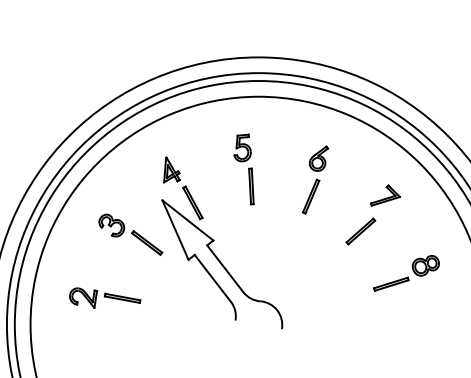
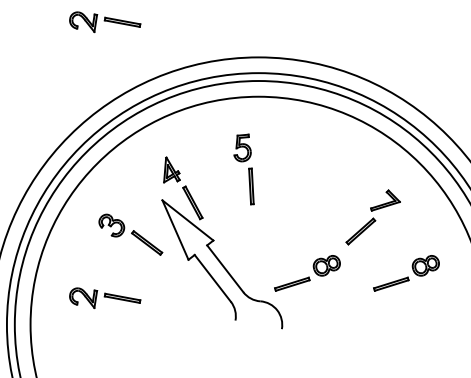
part at (105, 22): none -> present
part at (315, 179): present -> none
part at (385, 195) position: (385, 195) -> (385, 200)
part at (307, 273): none -> present
